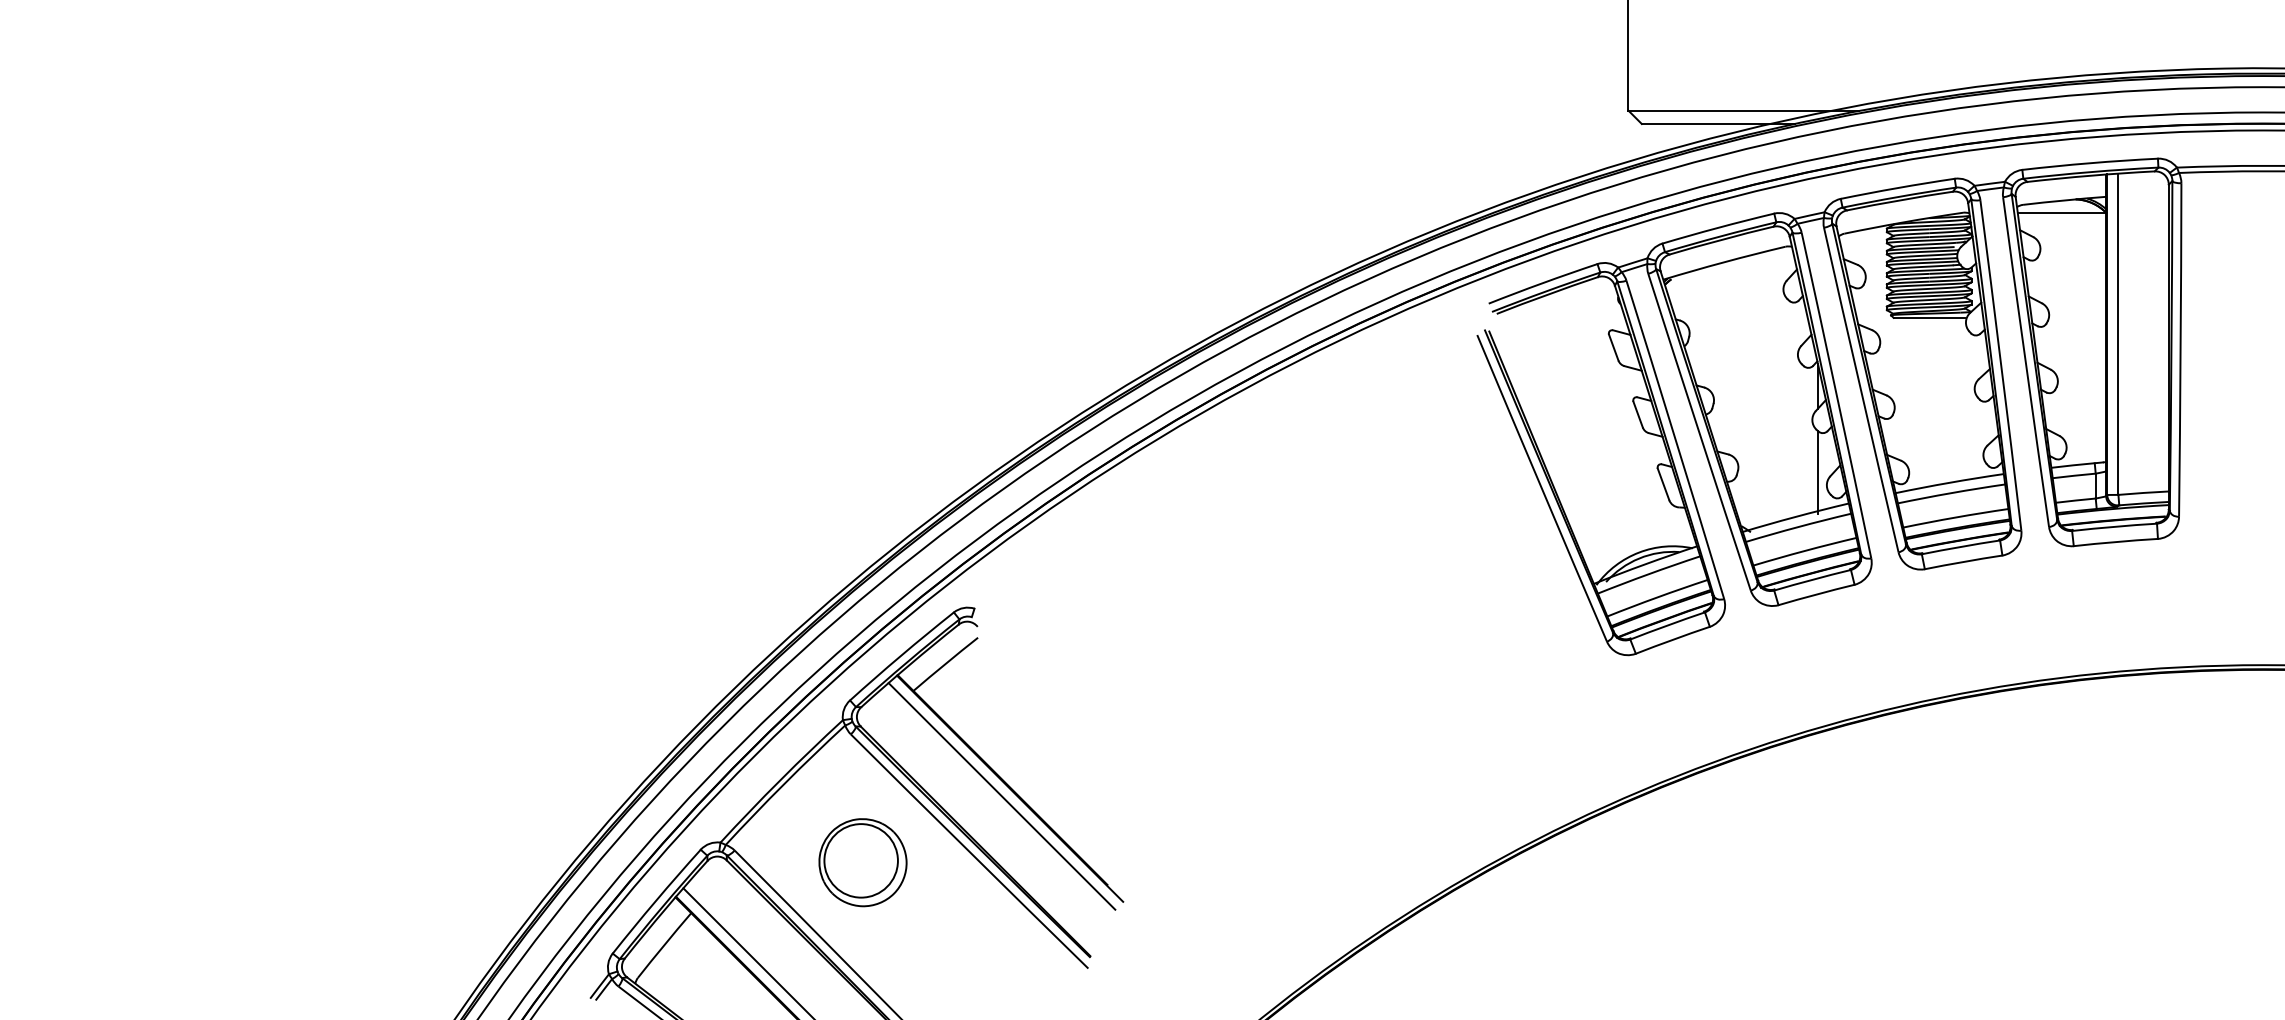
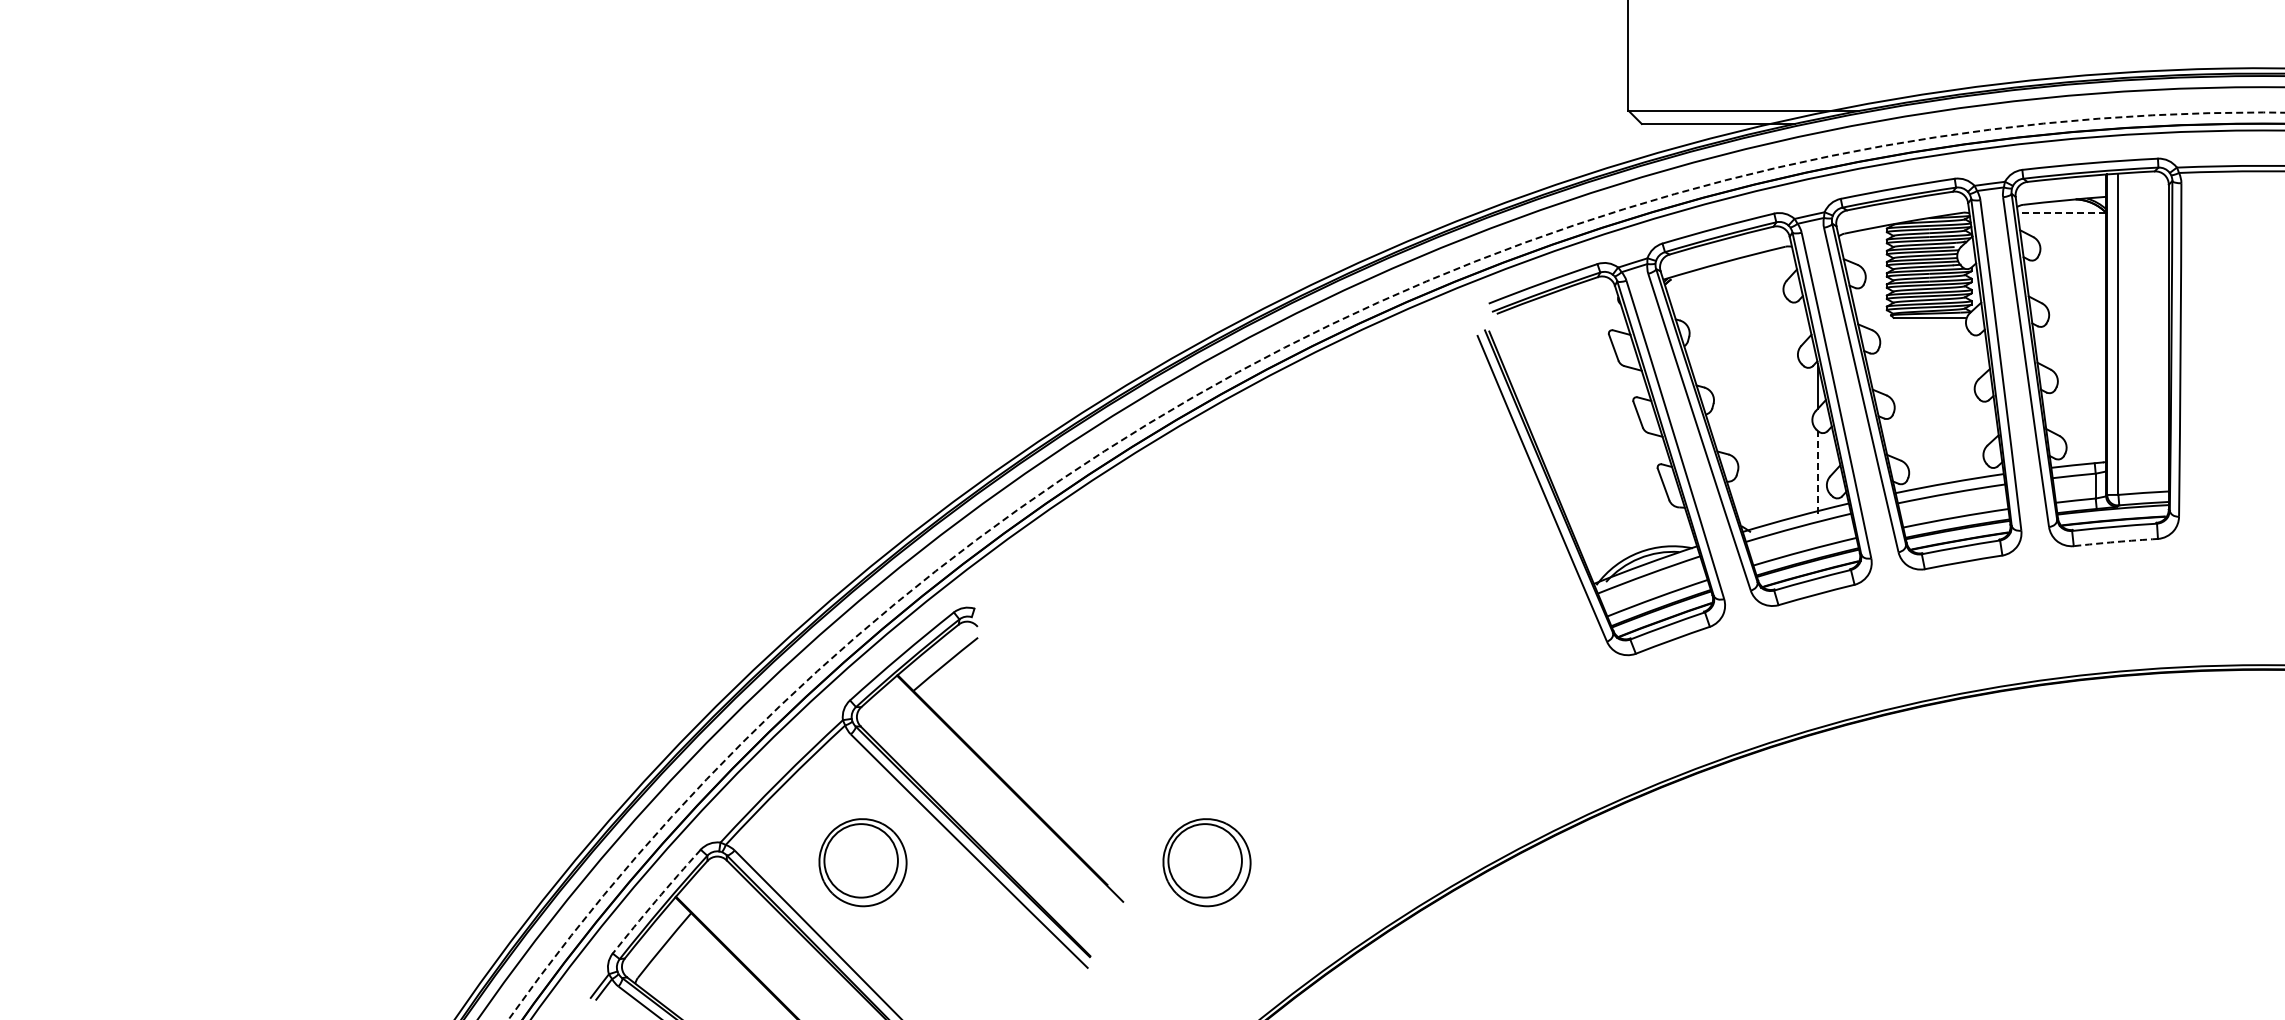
line at (2061, 213): solid -> dashed
line at (1817, 472): solid -> dashed
arc at (2115, 542): solid -> dashed
circle at (1396, 565): solid -> dashed
line at (1001, 796): present -> none
part at (1206, 862): none -> present
arc at (655, 900): solid -> dashed
line at (747, 952): present -> none
